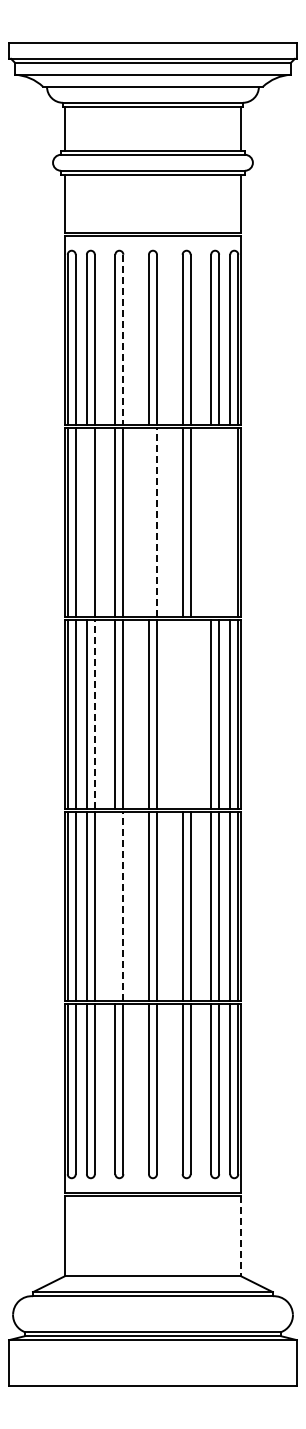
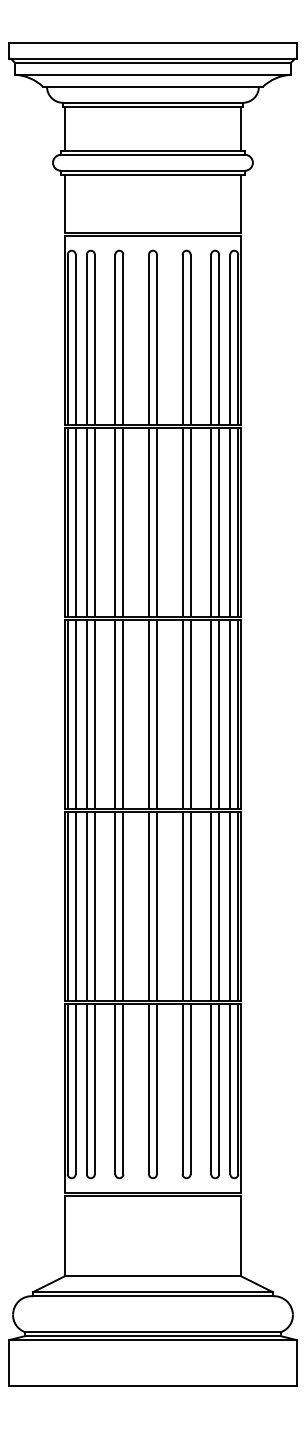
line at (123, 340): dashed -> solid
line at (86, 522): none -> present
line at (148, 522): none -> present
line at (156, 522): dashed -> solid
line at (211, 522): none -> present
line at (219, 522): none -> present
line at (230, 522): none -> present
line at (94, 713): dashed -> solid
line at (182, 714): none -> present
line at (190, 714): none -> present
line at (115, 905): none -> present
line at (123, 905): dashed -> solid
line at (240, 1236): dashed -> solid
